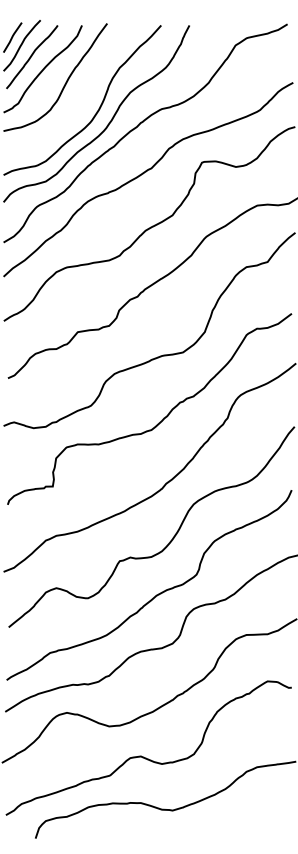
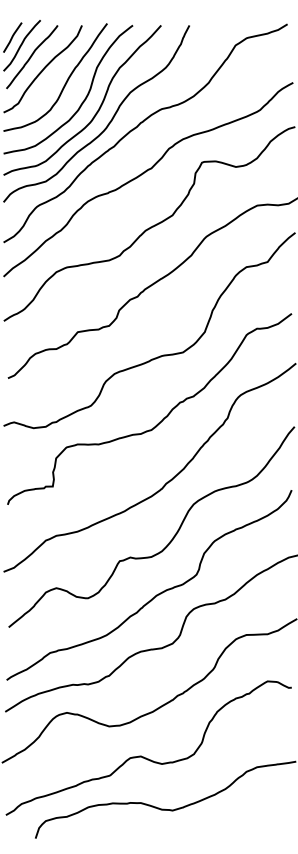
curve at (84, 98): none -> present
